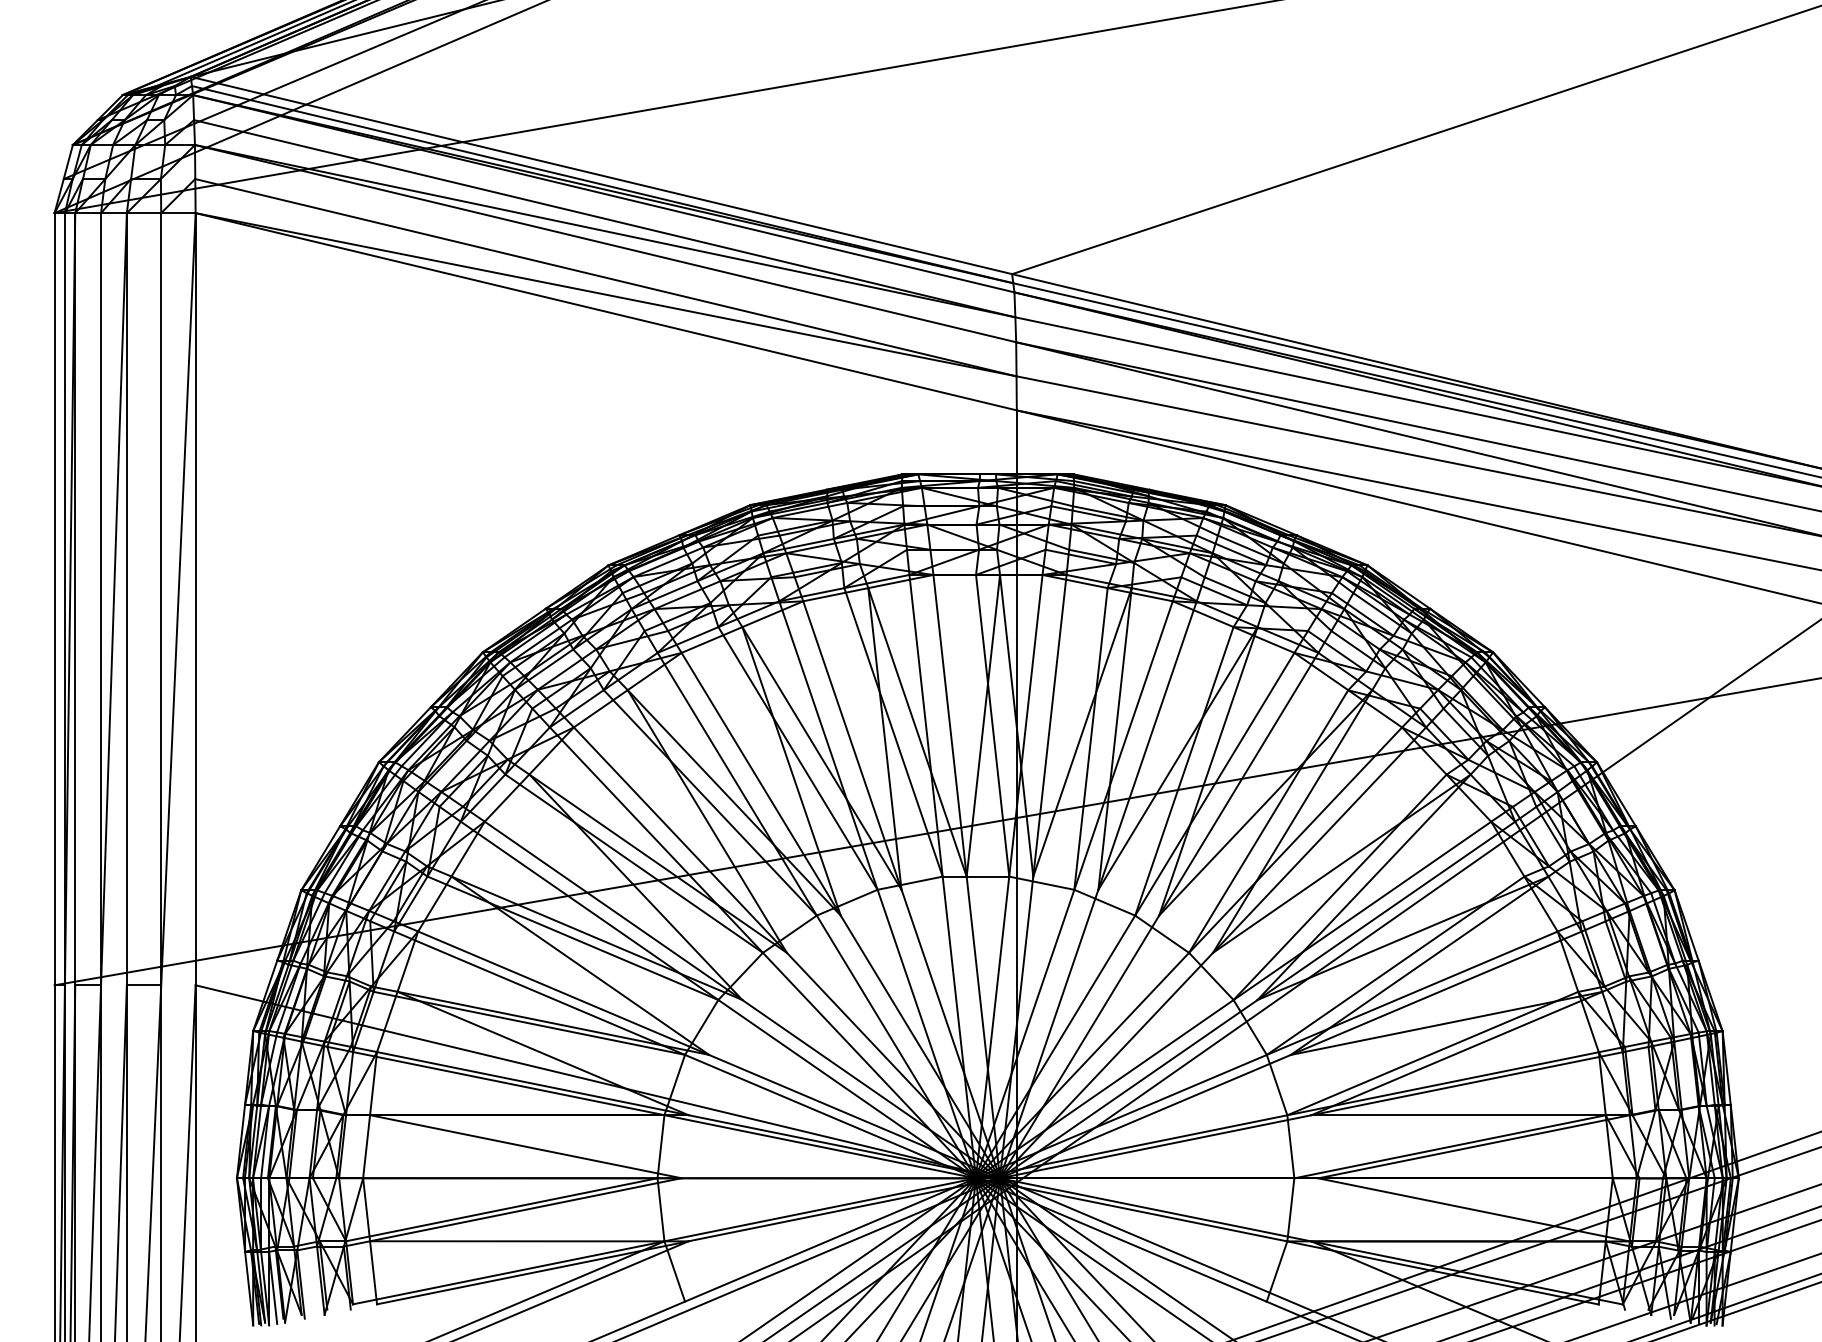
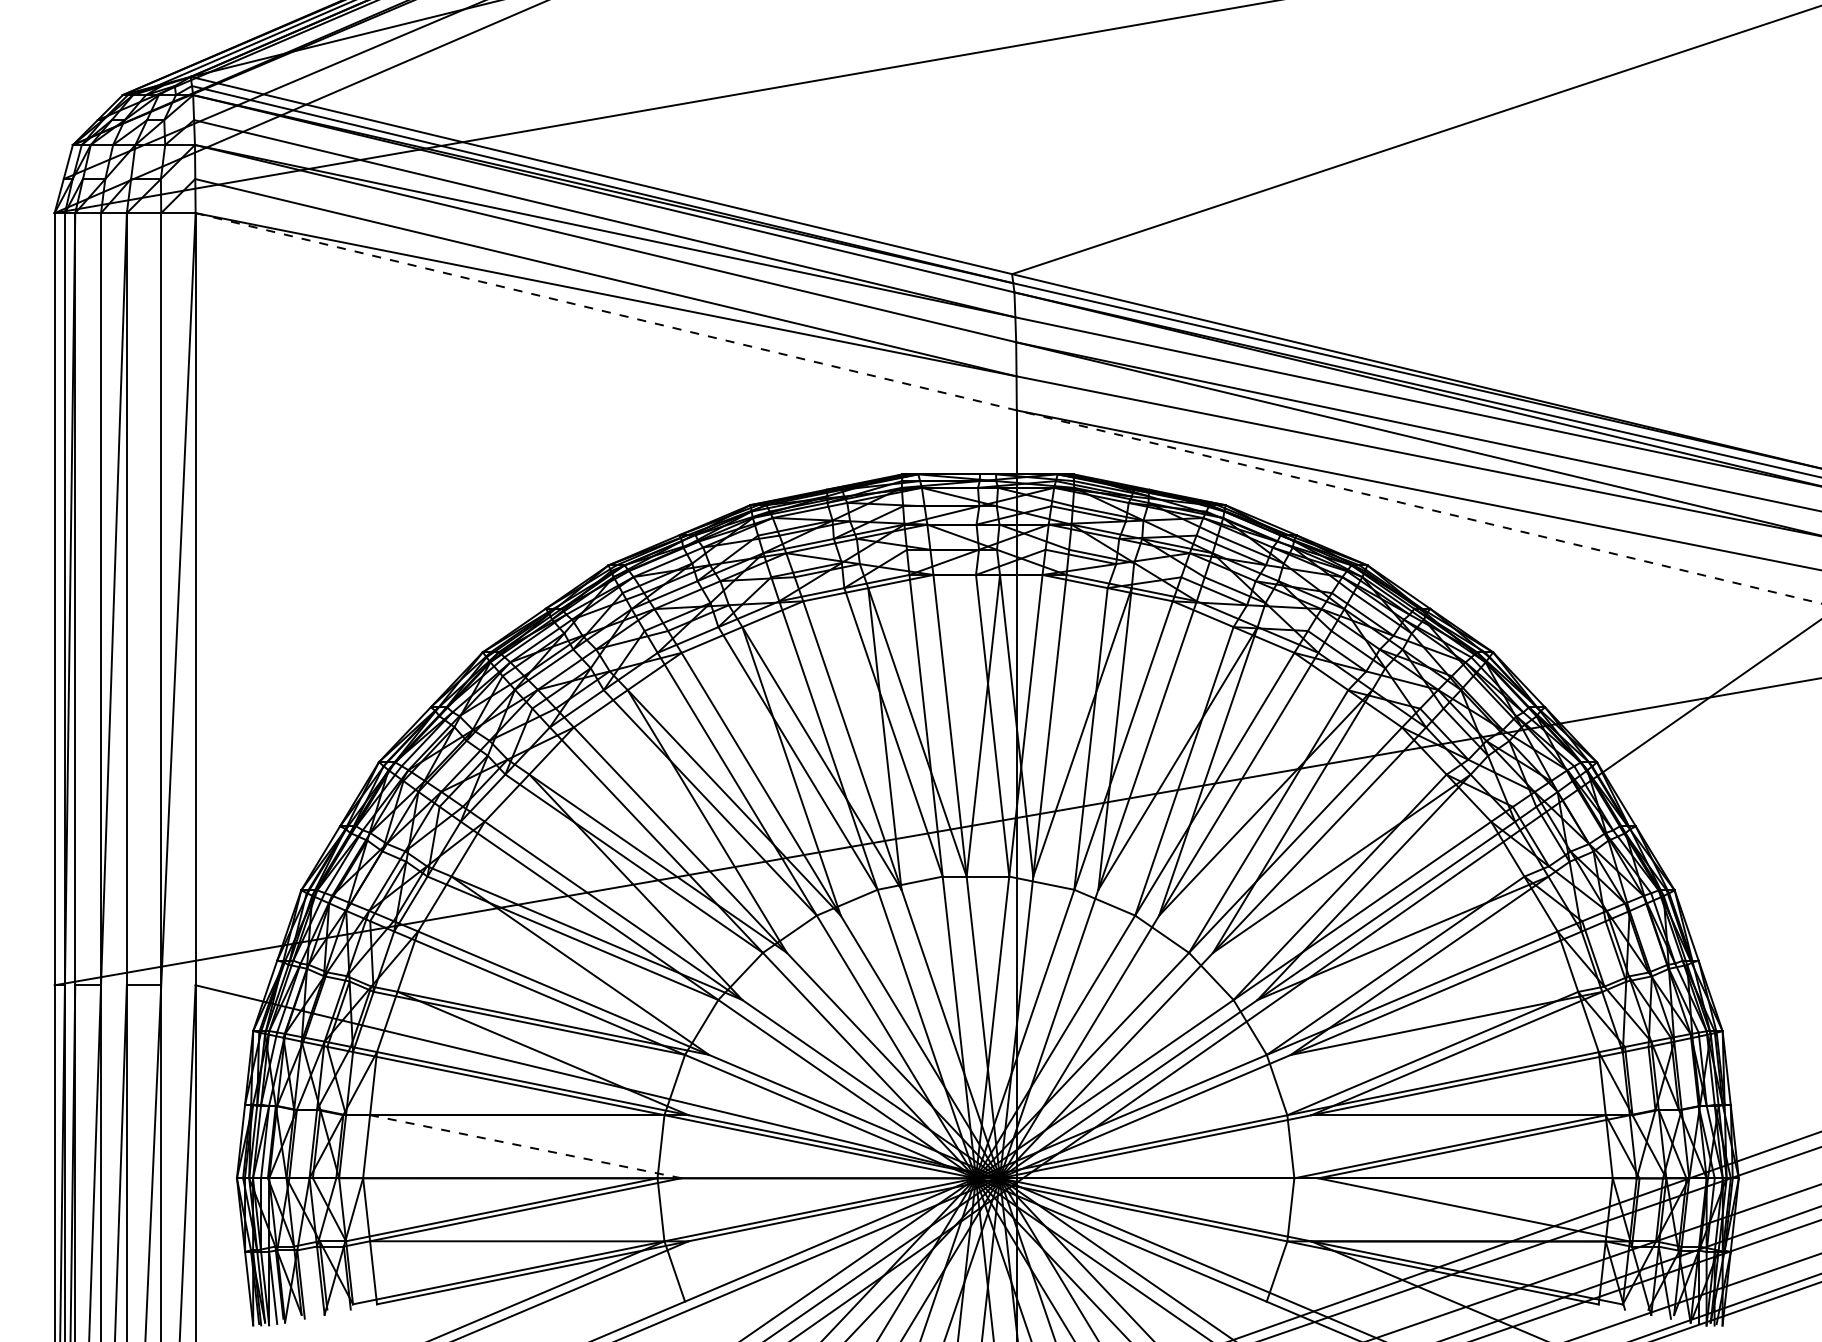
line at (1009, 408): solid -> dashed
line at (525, 1146): solid -> dashed
